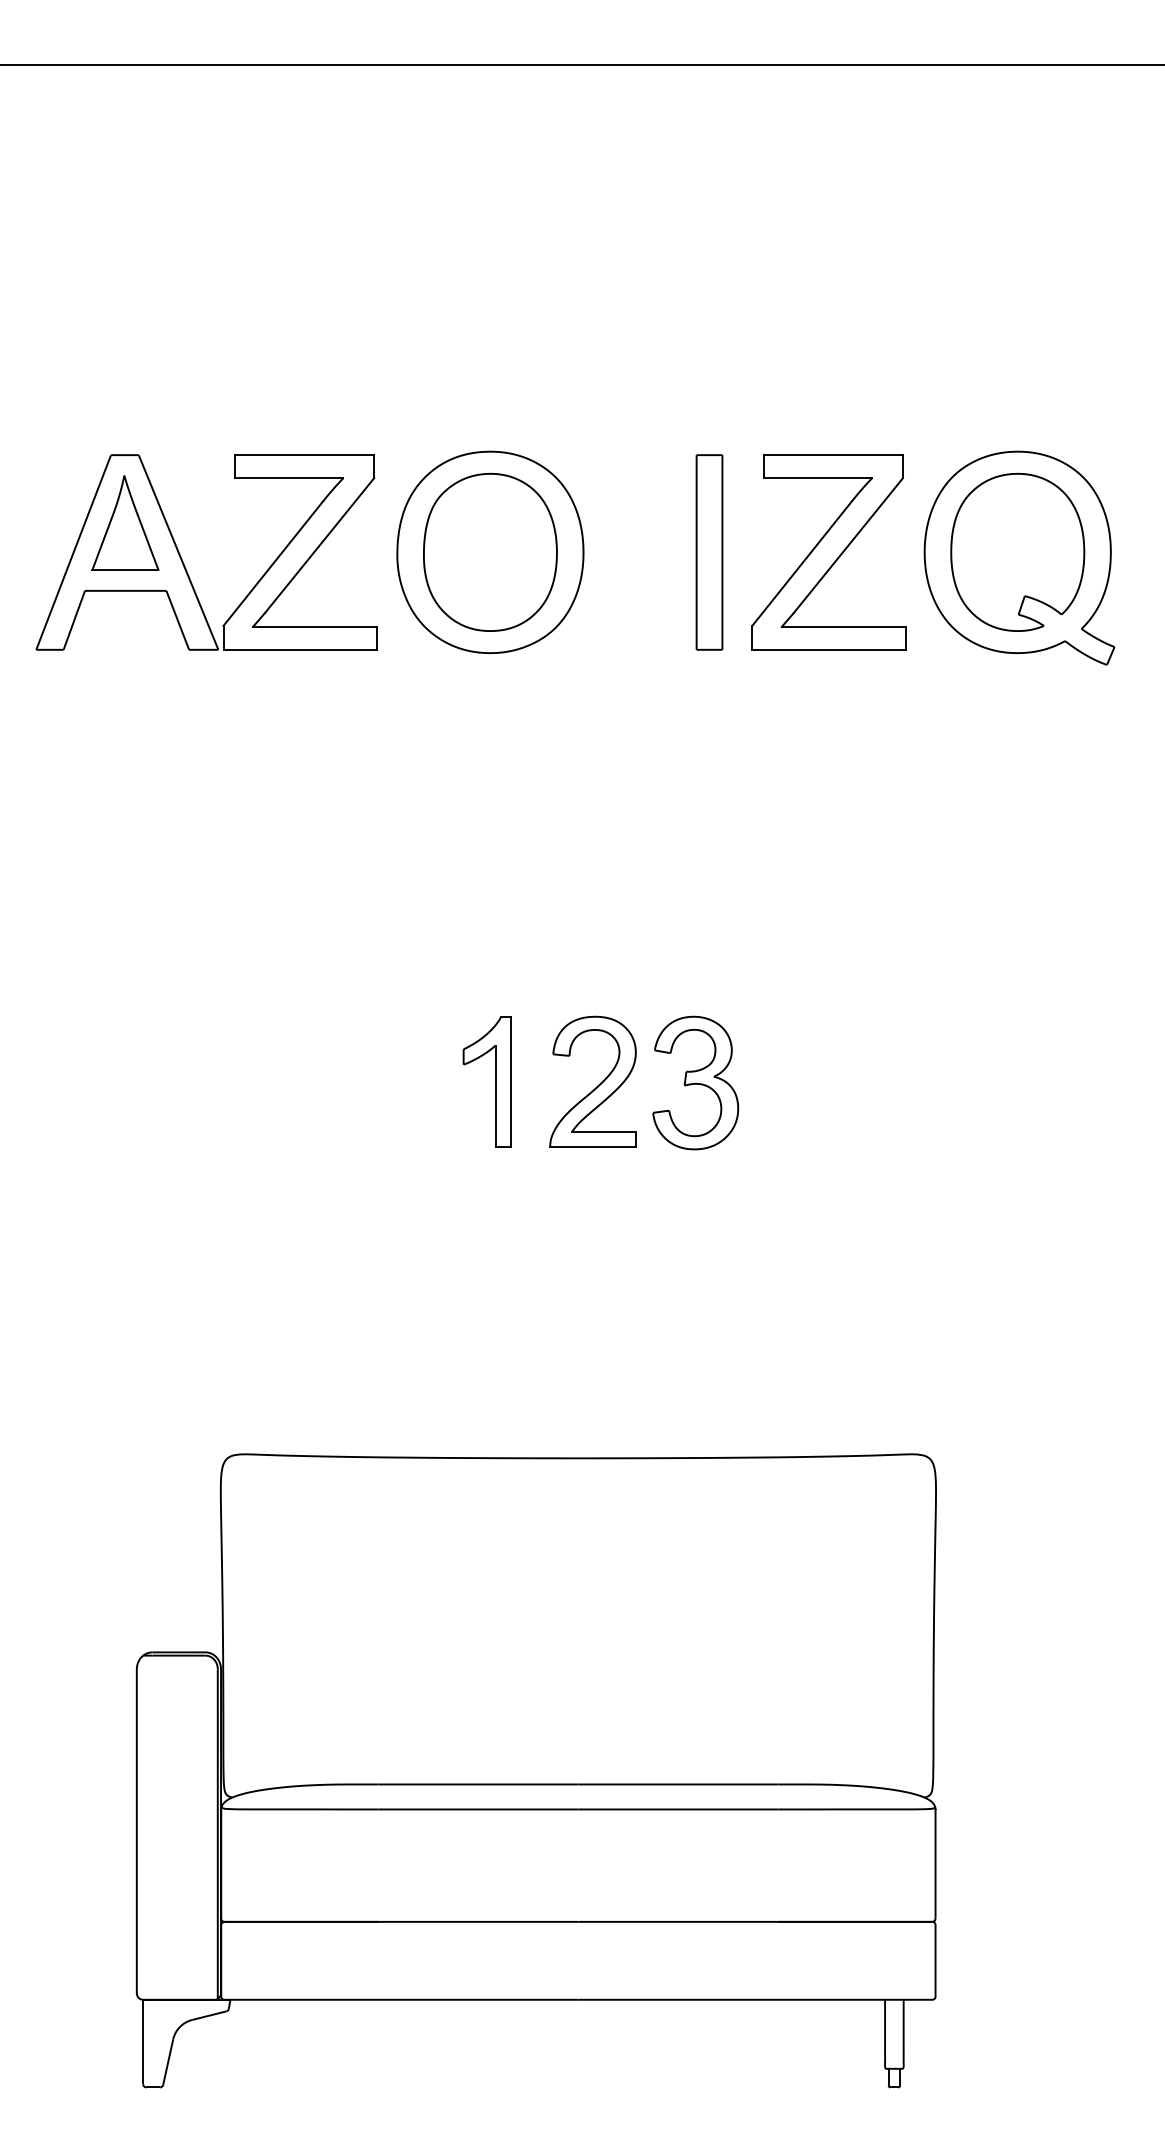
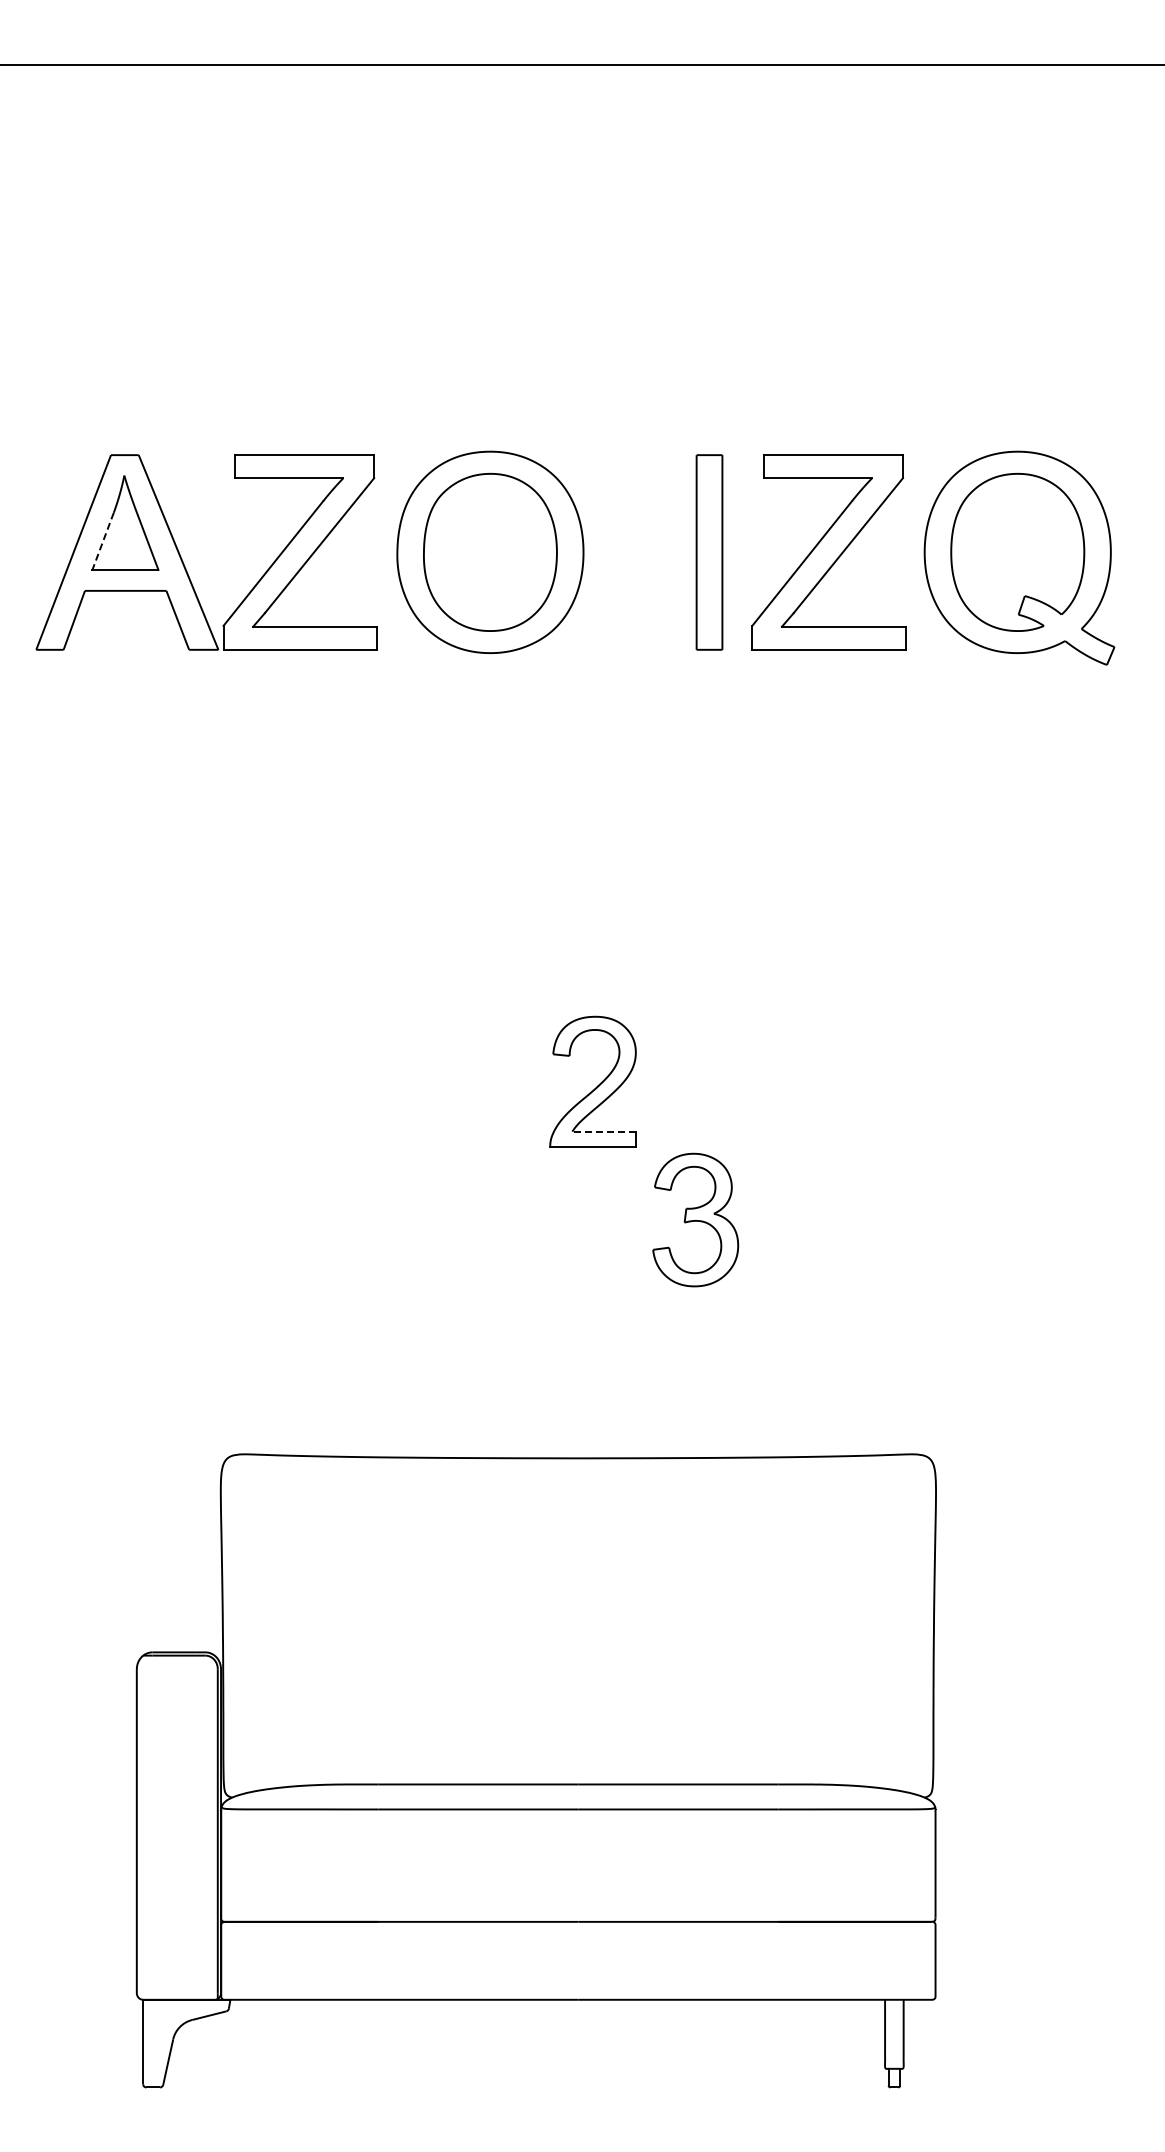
line at (103, 541): solid -> dashed
part at (495, 1081): present -> none
part at (695, 1082) position: (695, 1082) -> (695, 1219)
line at (604, 1131): solid -> dashed
